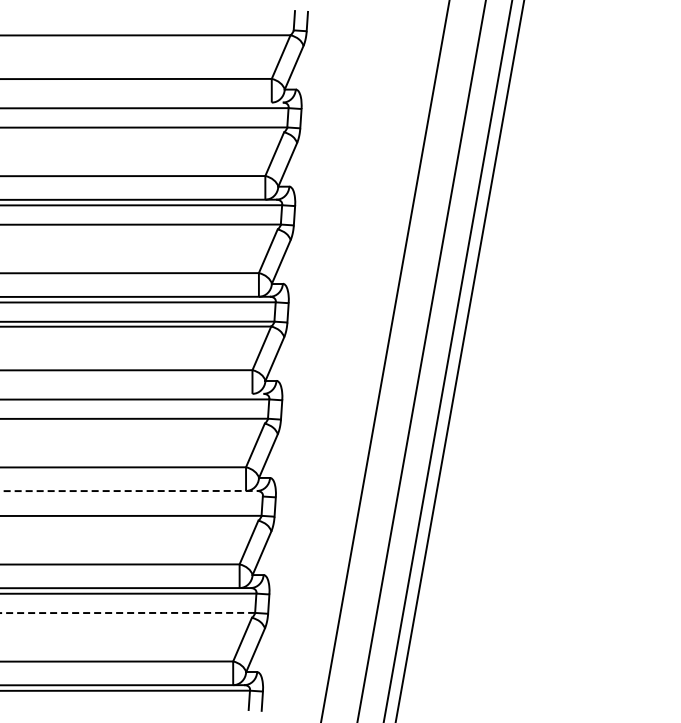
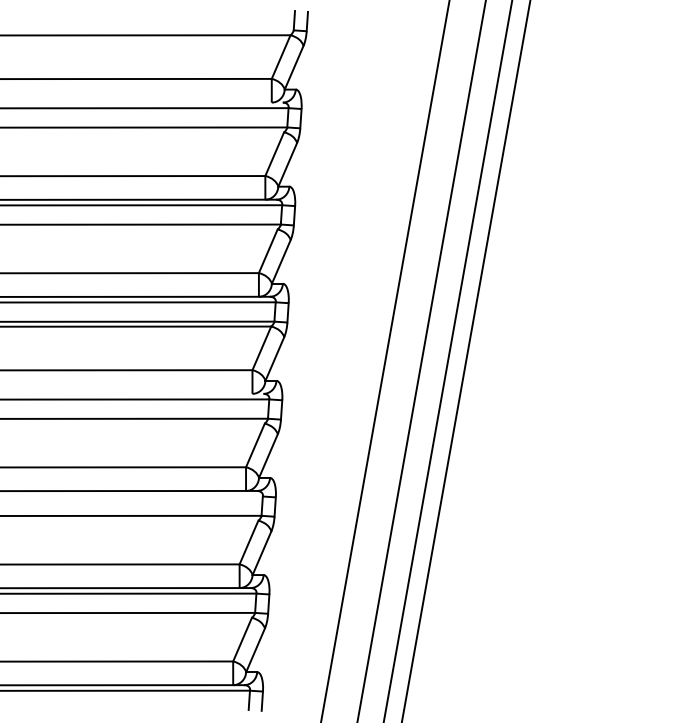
line at (459, 360) position: (459, 360) -> (466, 360)
line at (129, 491): dashed -> solid
line at (127, 613): dashed -> solid
